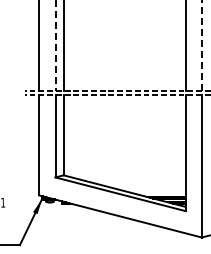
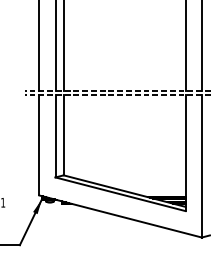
line at (55, 45): dashed -> solid
line at (201, 45): dashed -> solid
